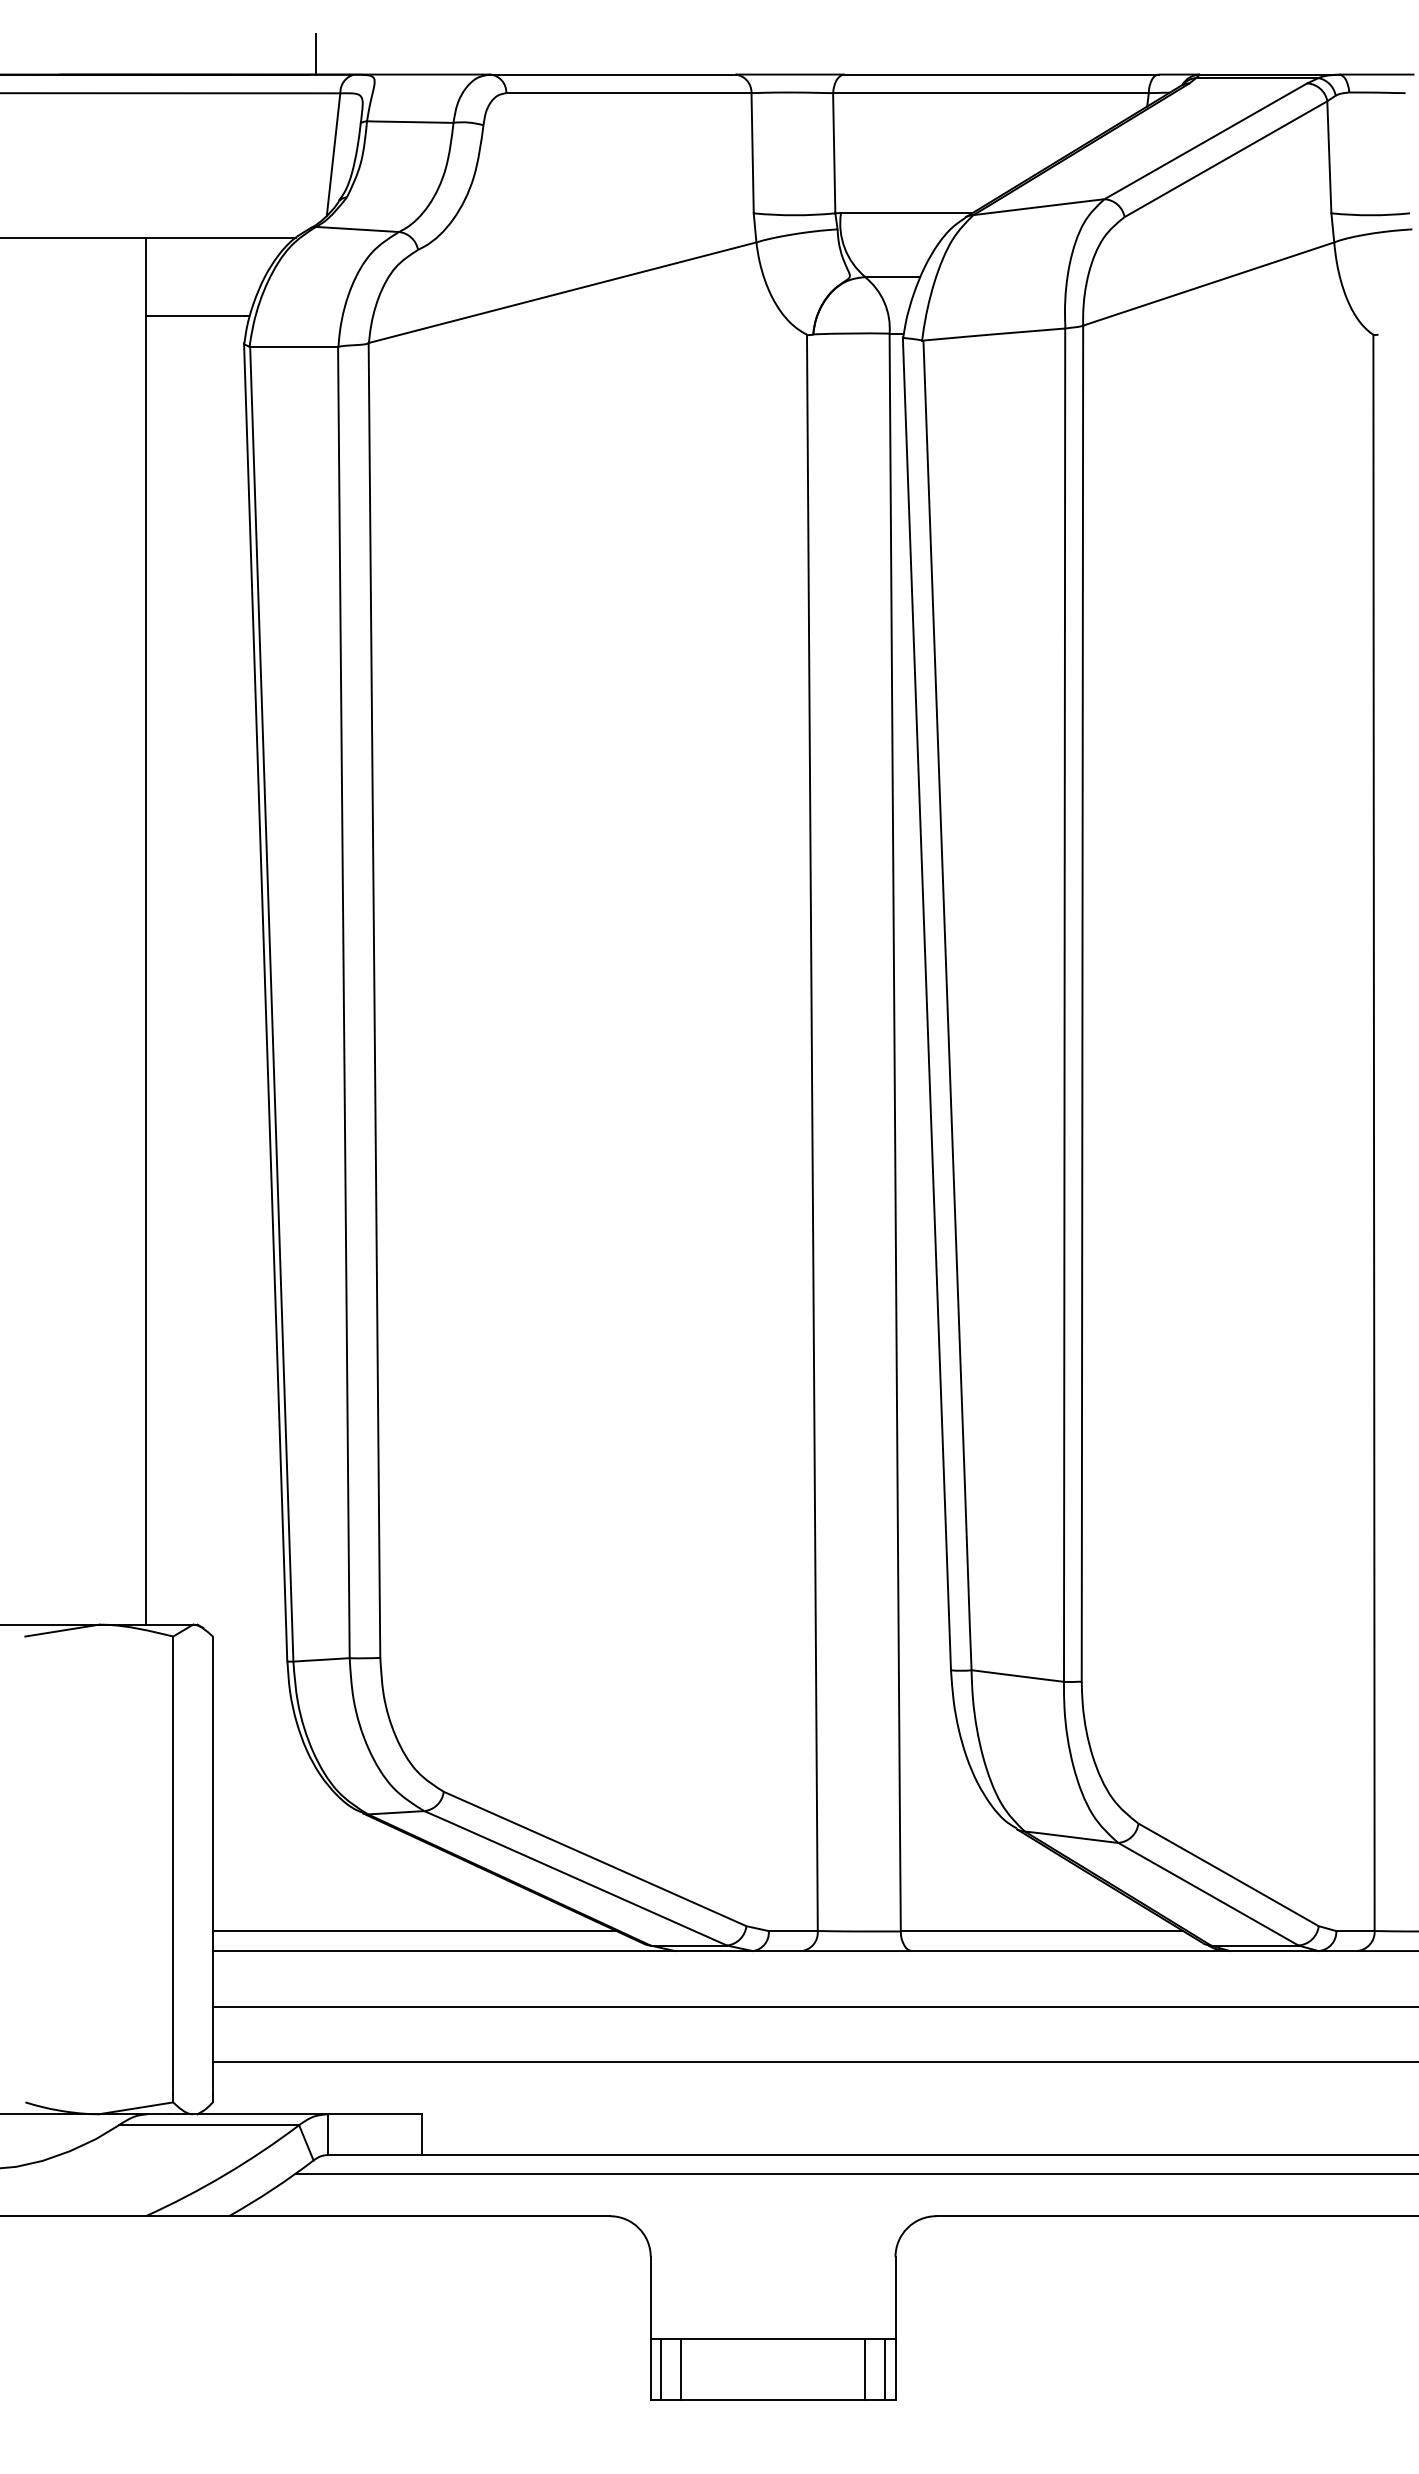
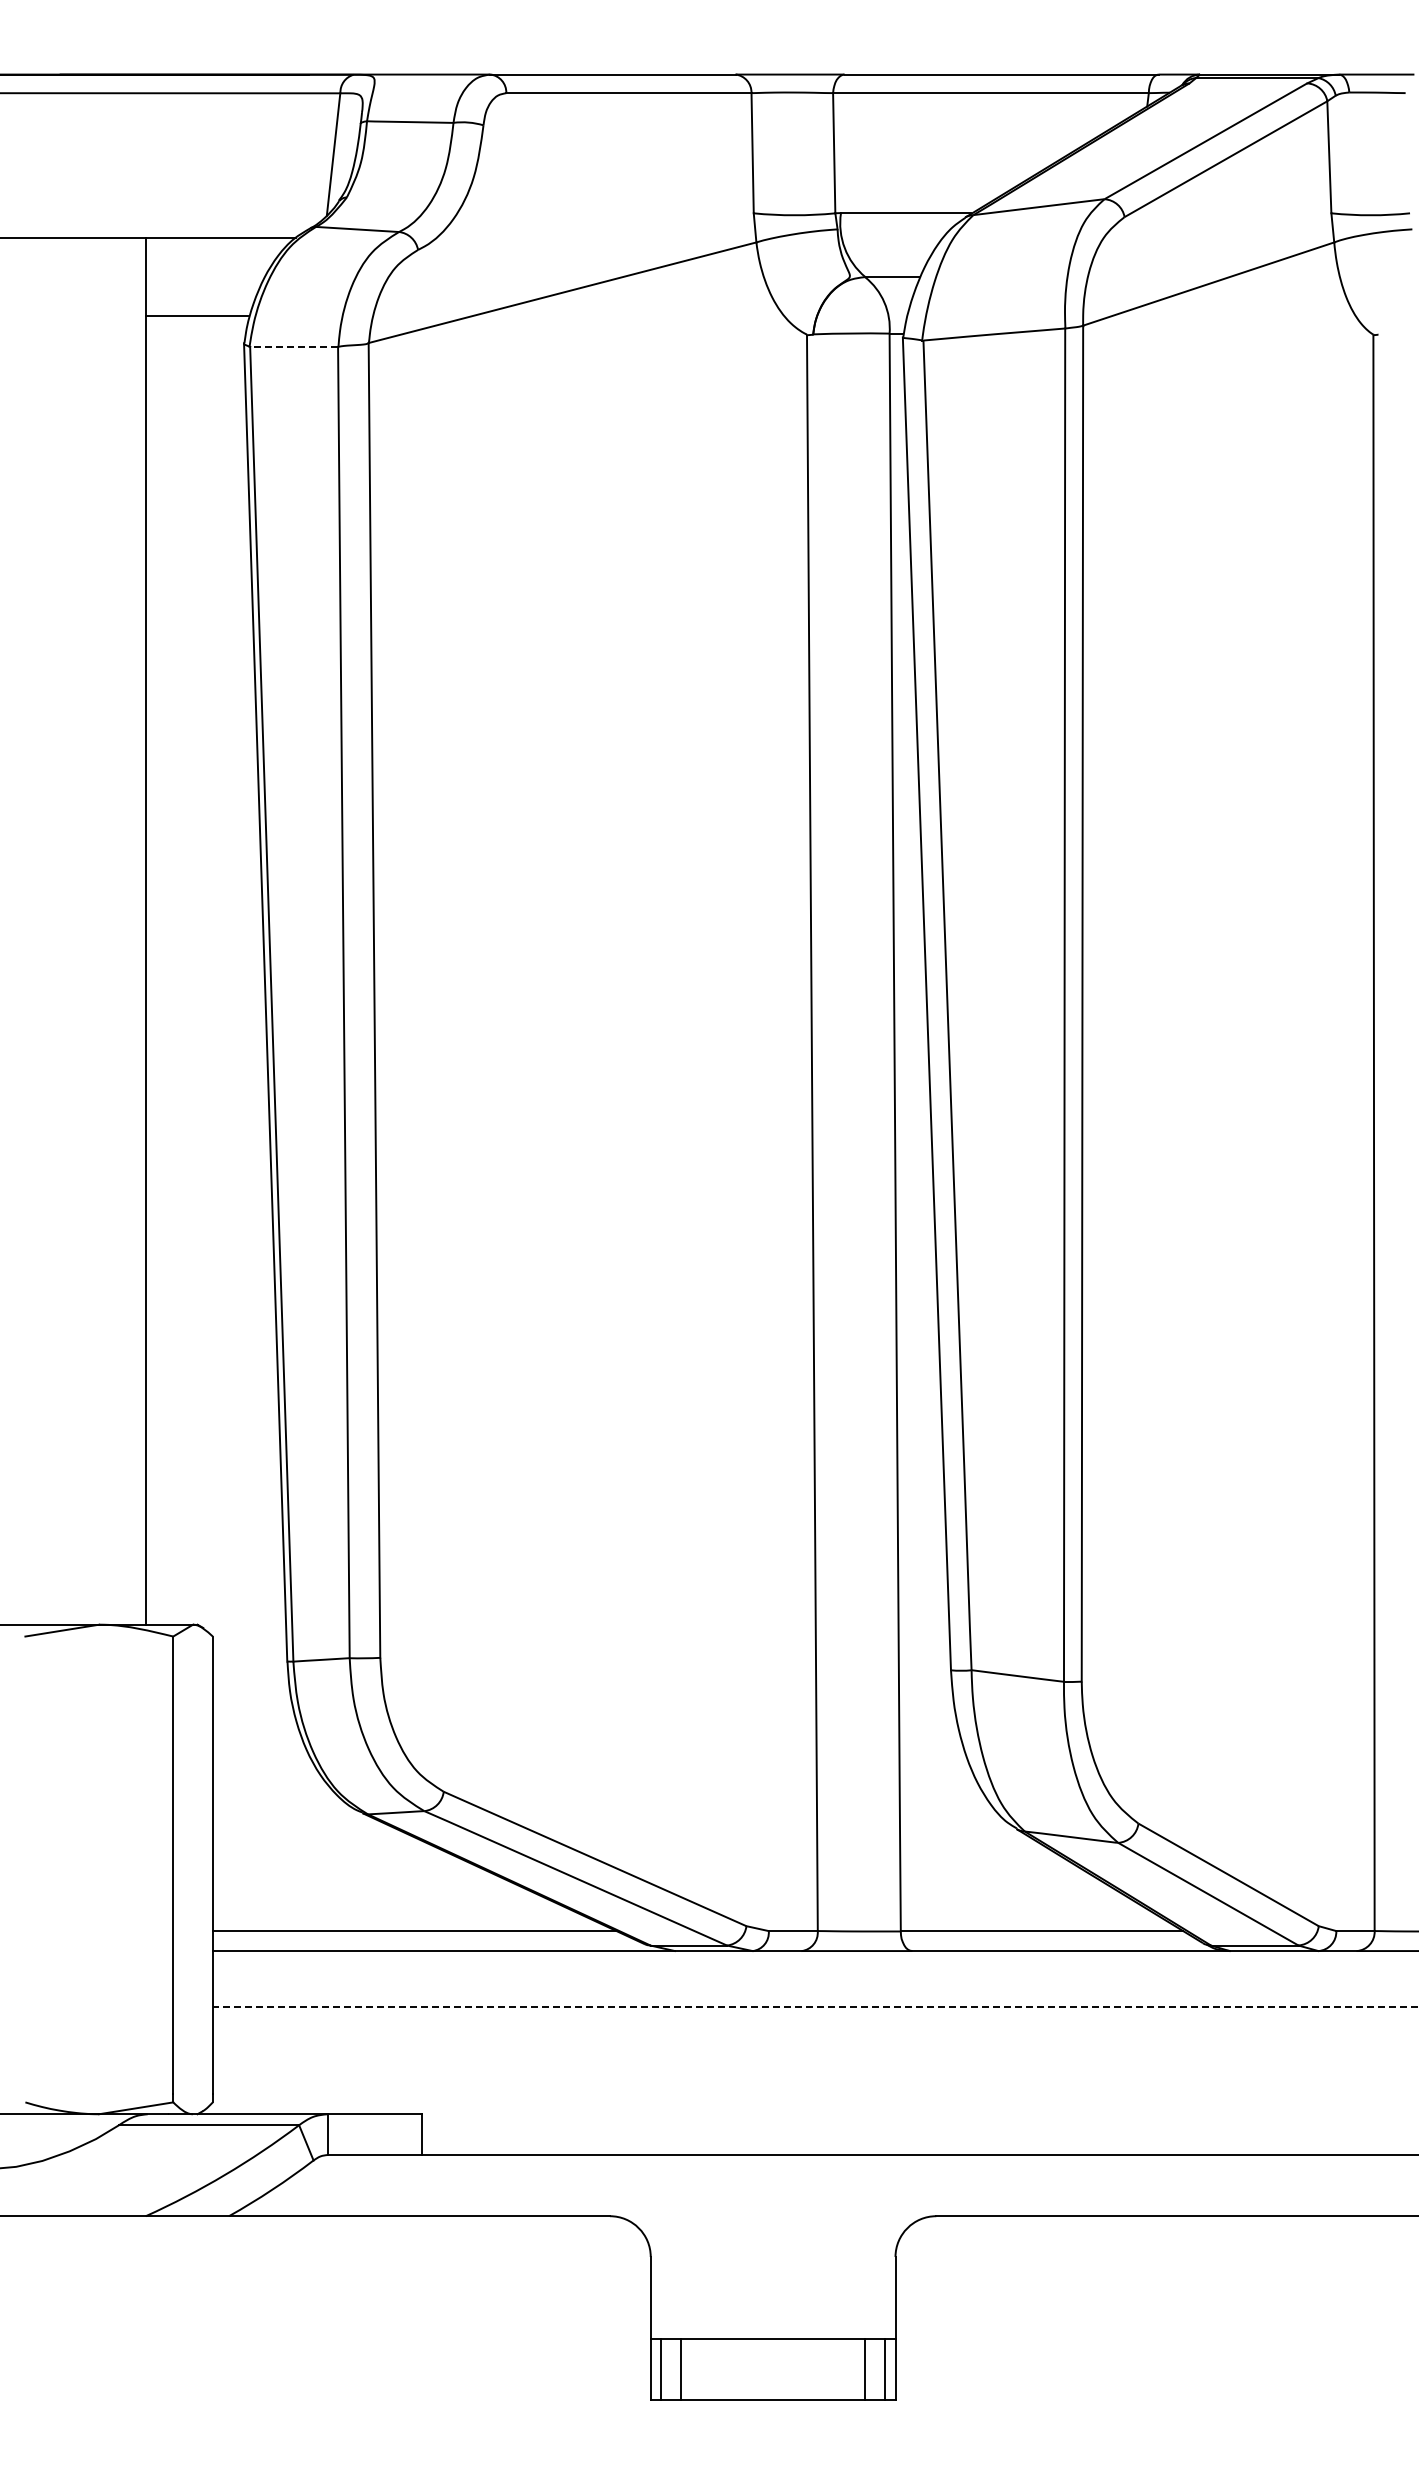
line at (316, 53): present -> none
line at (294, 346): solid -> dashed
line at (815, 2006): solid -> dashed
line at (813, 2062): present -> none
line at (855, 2173): present -> none
